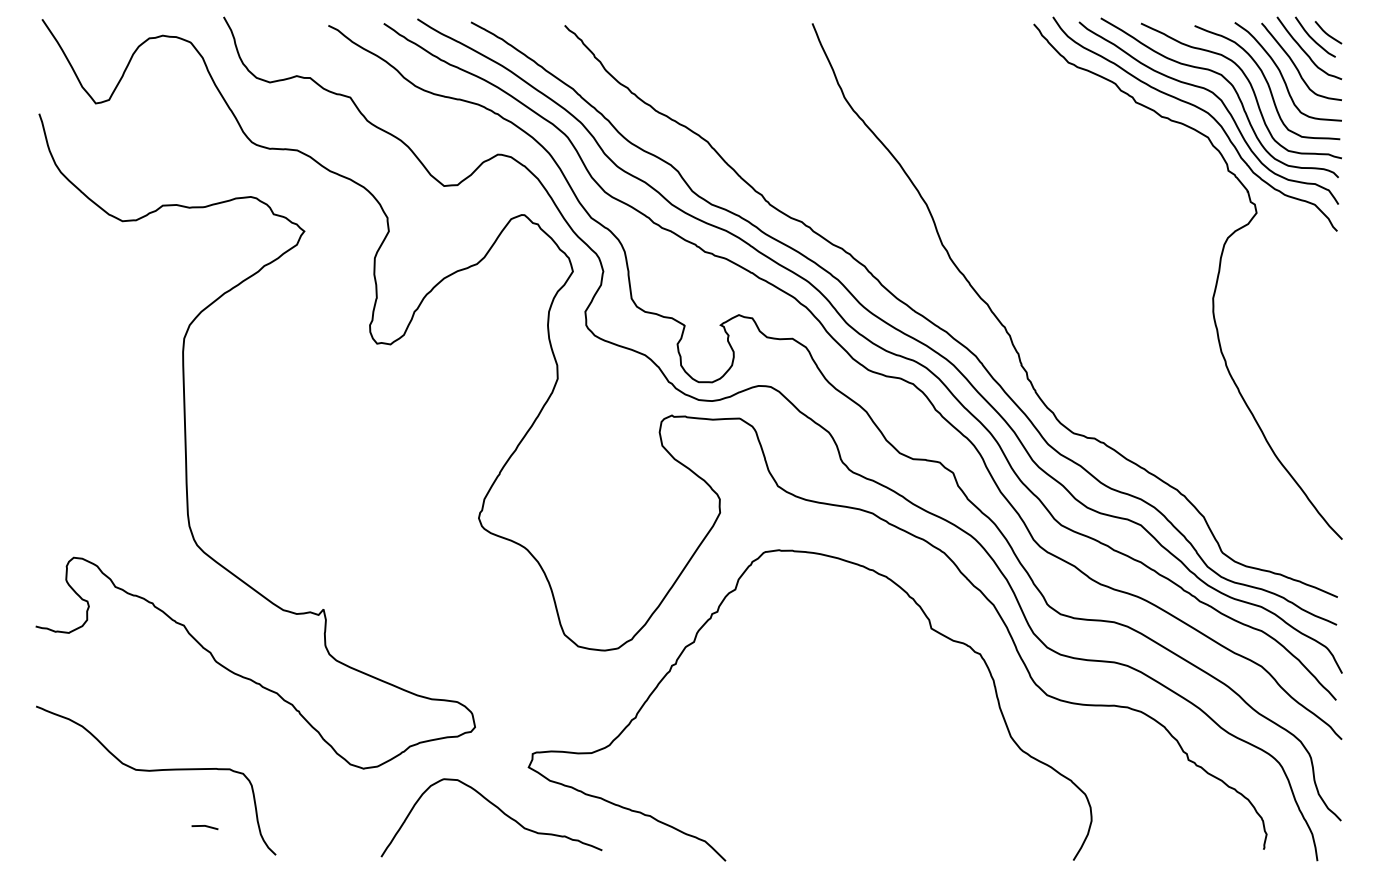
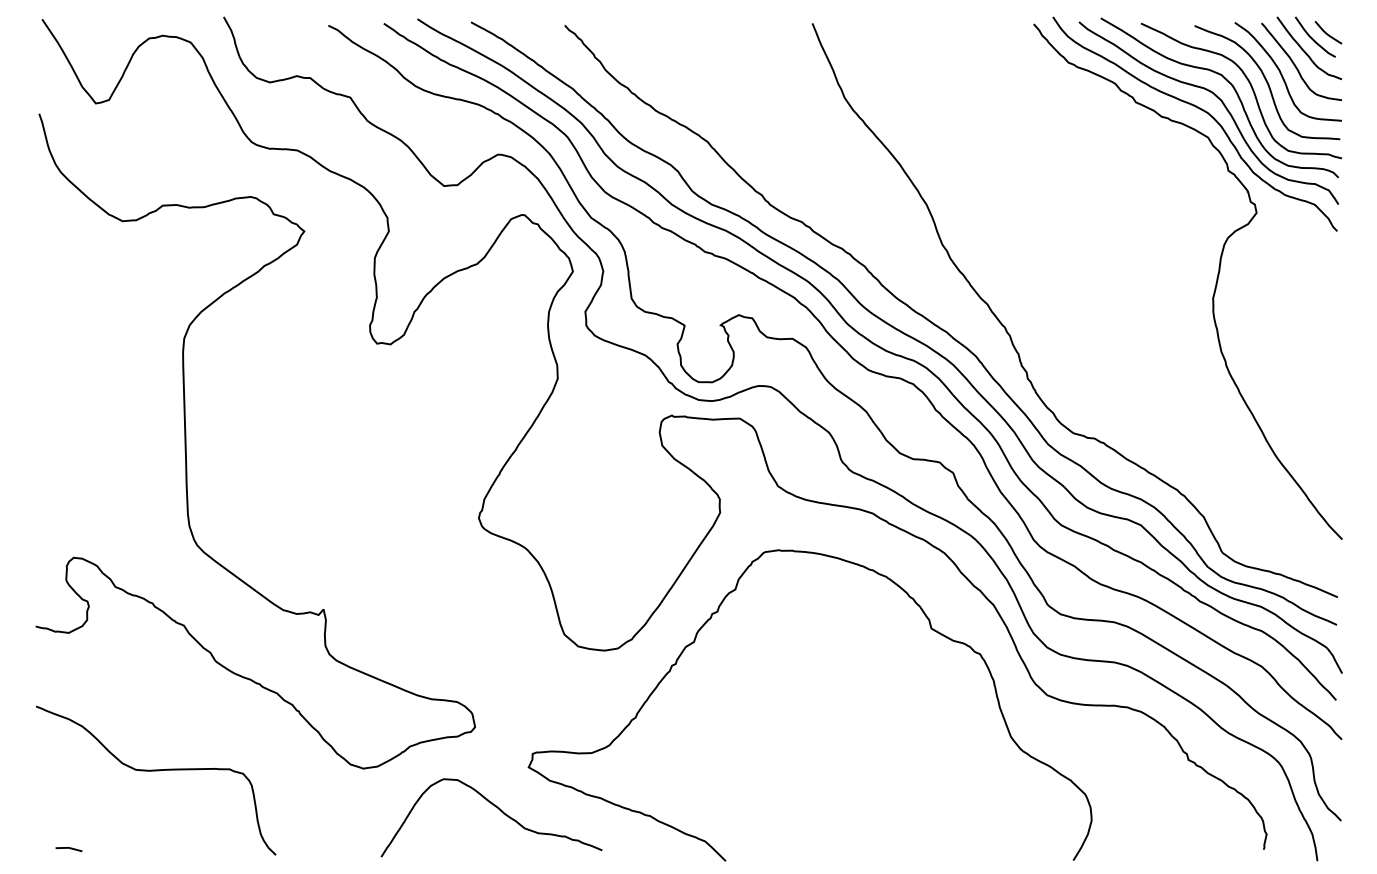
line at (204, 826) position: (204, 826) -> (68, 848)
